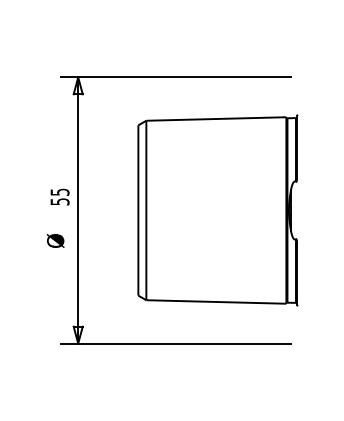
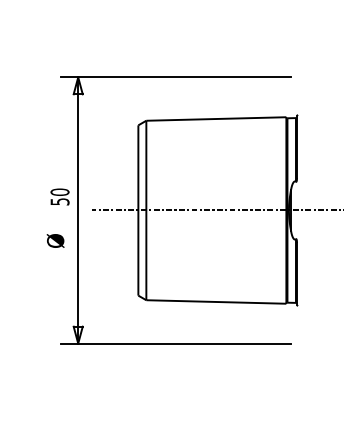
text at (59, 191): 55 -> 50
line at (215, 210): none -> present
